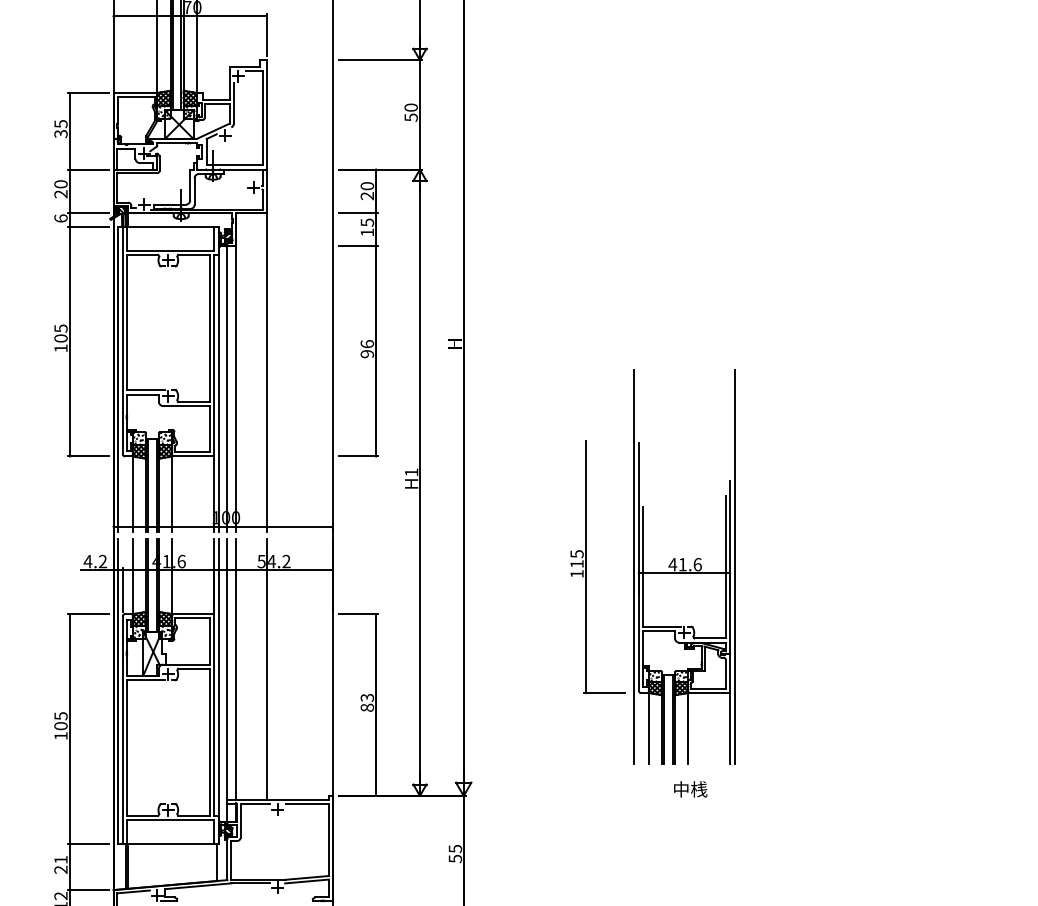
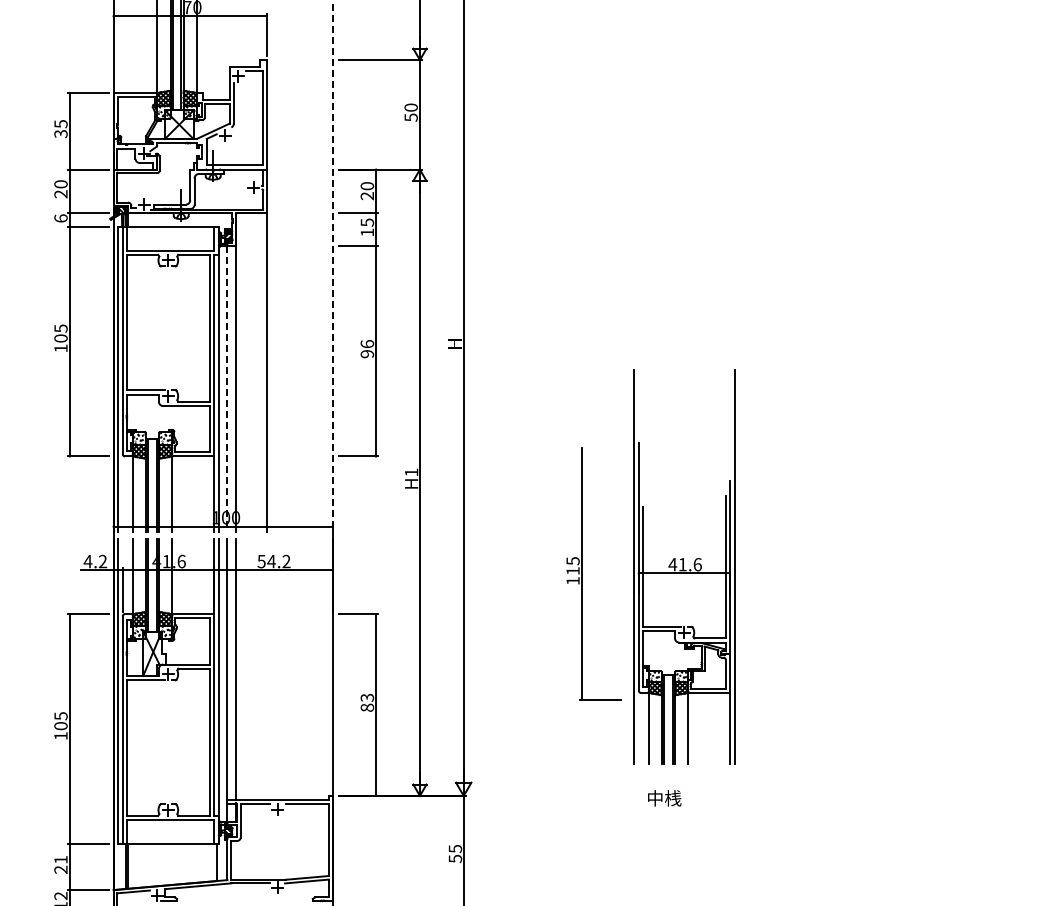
line at (332, 266): solid -> dashed
line at (227, 389): solid -> dashed
part at (586, 566) position: (586, 566) -> (582, 573)
line at (266, 668): present -> none
text at (690, 789) position: (690, 789) -> (664, 798)
